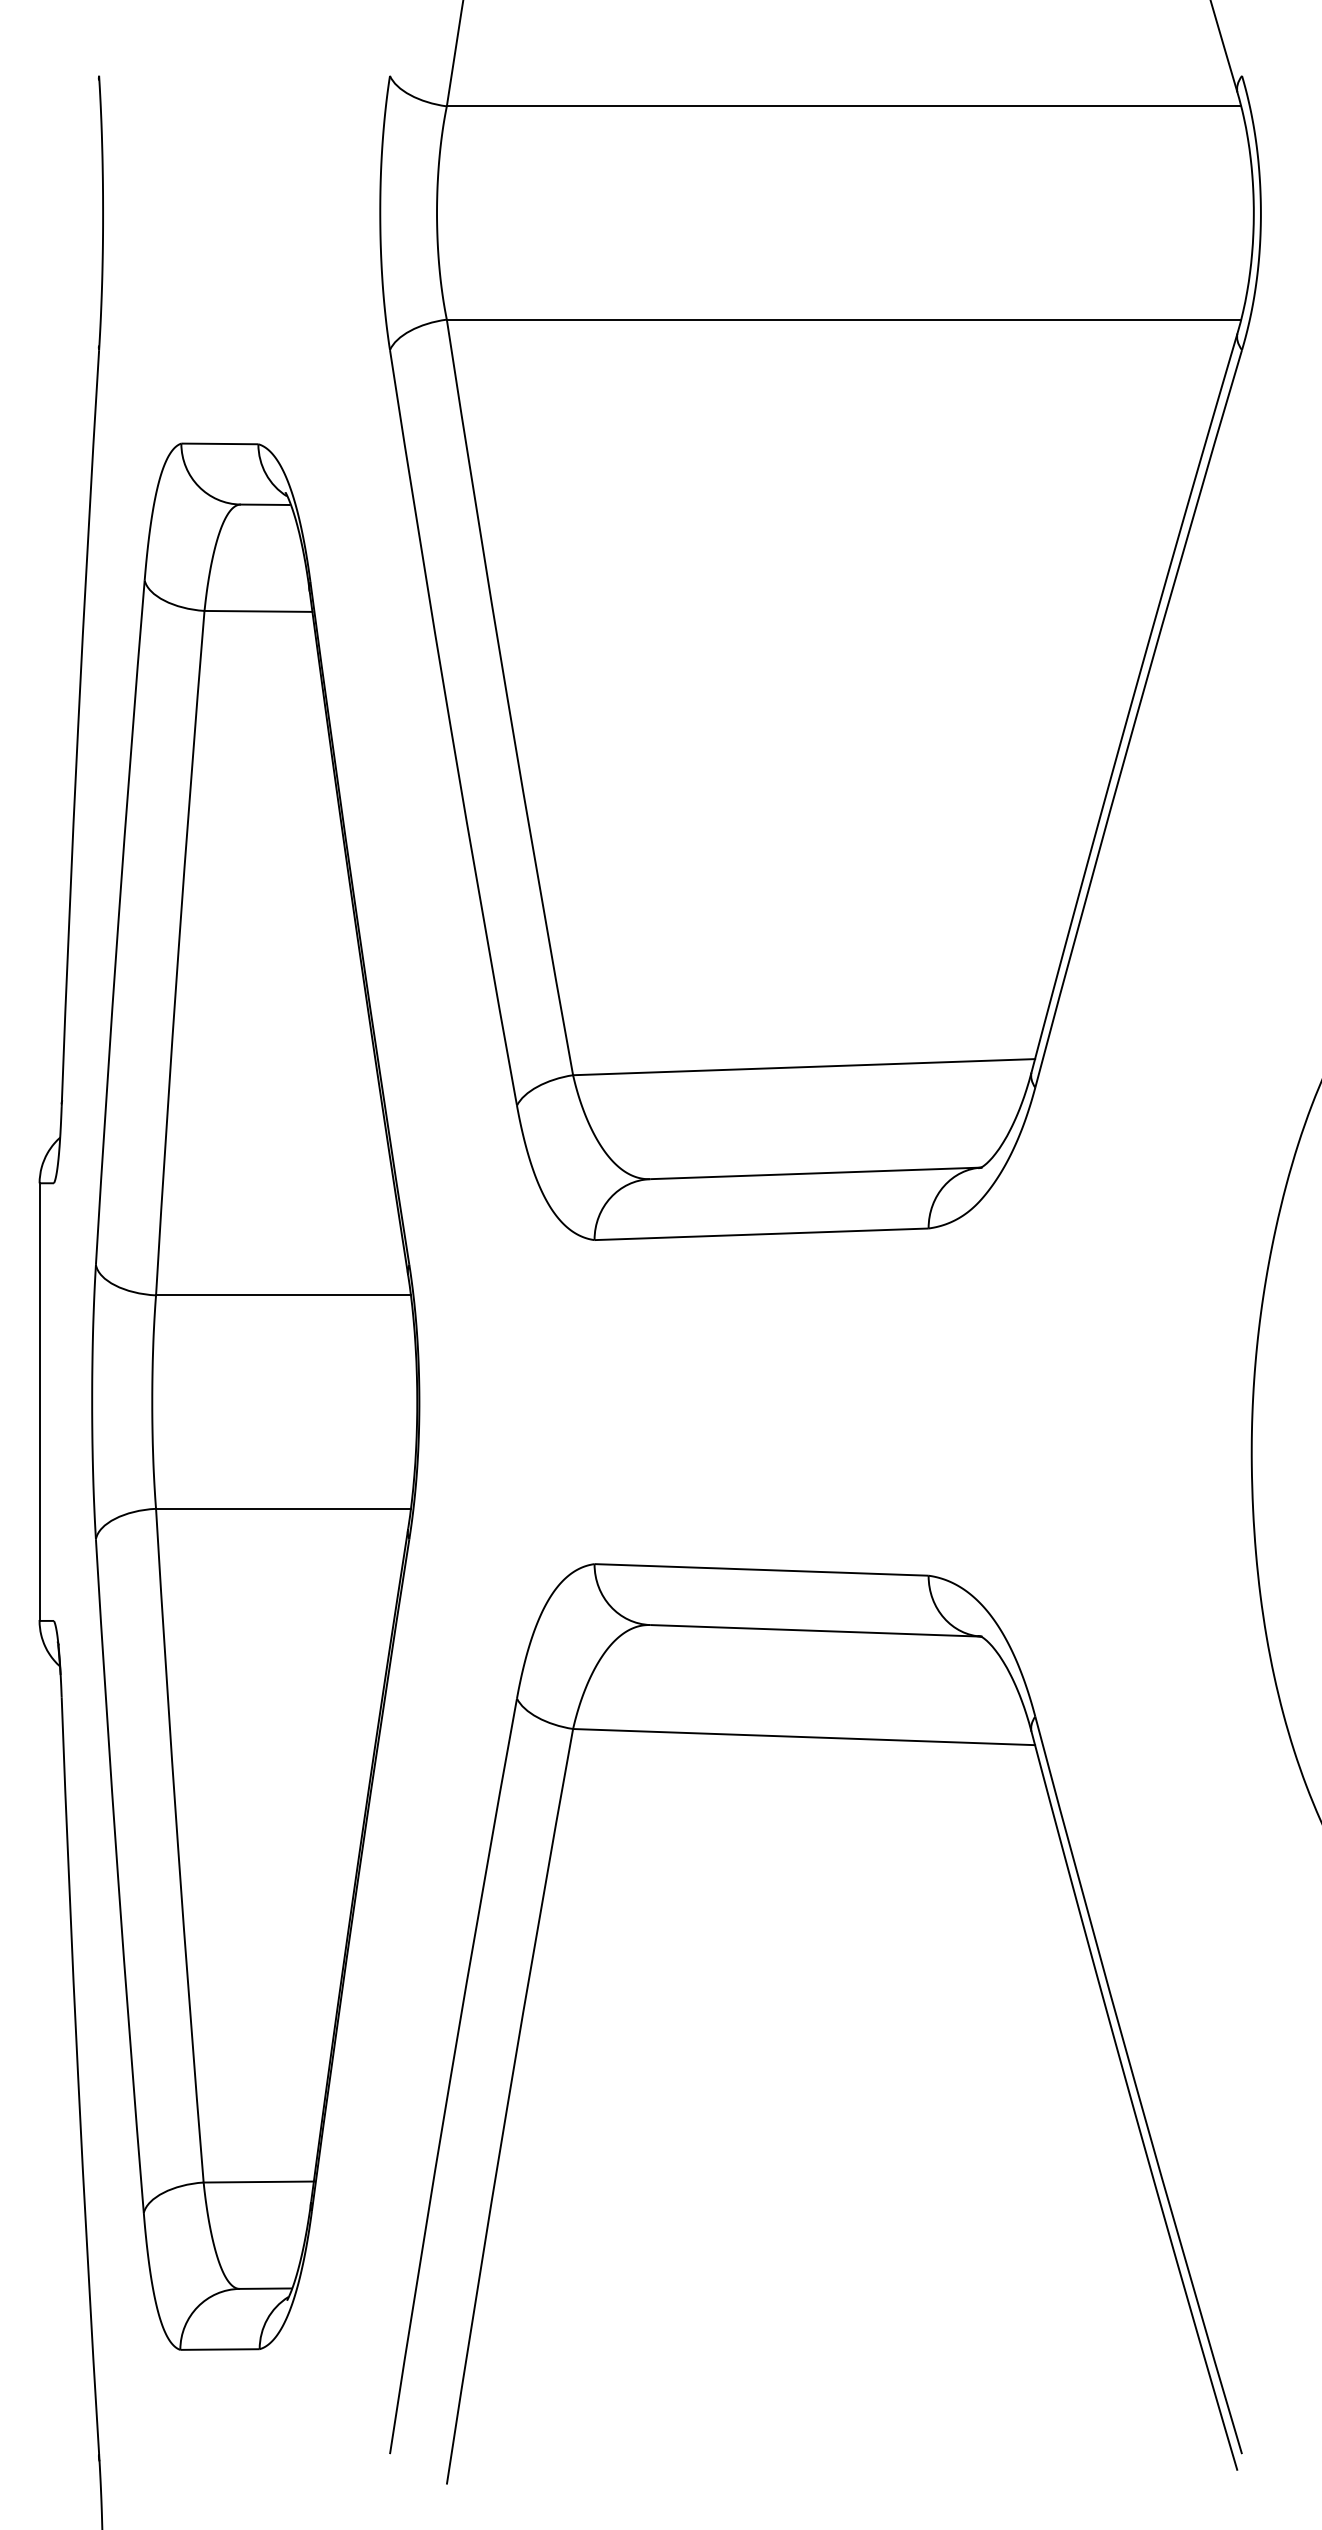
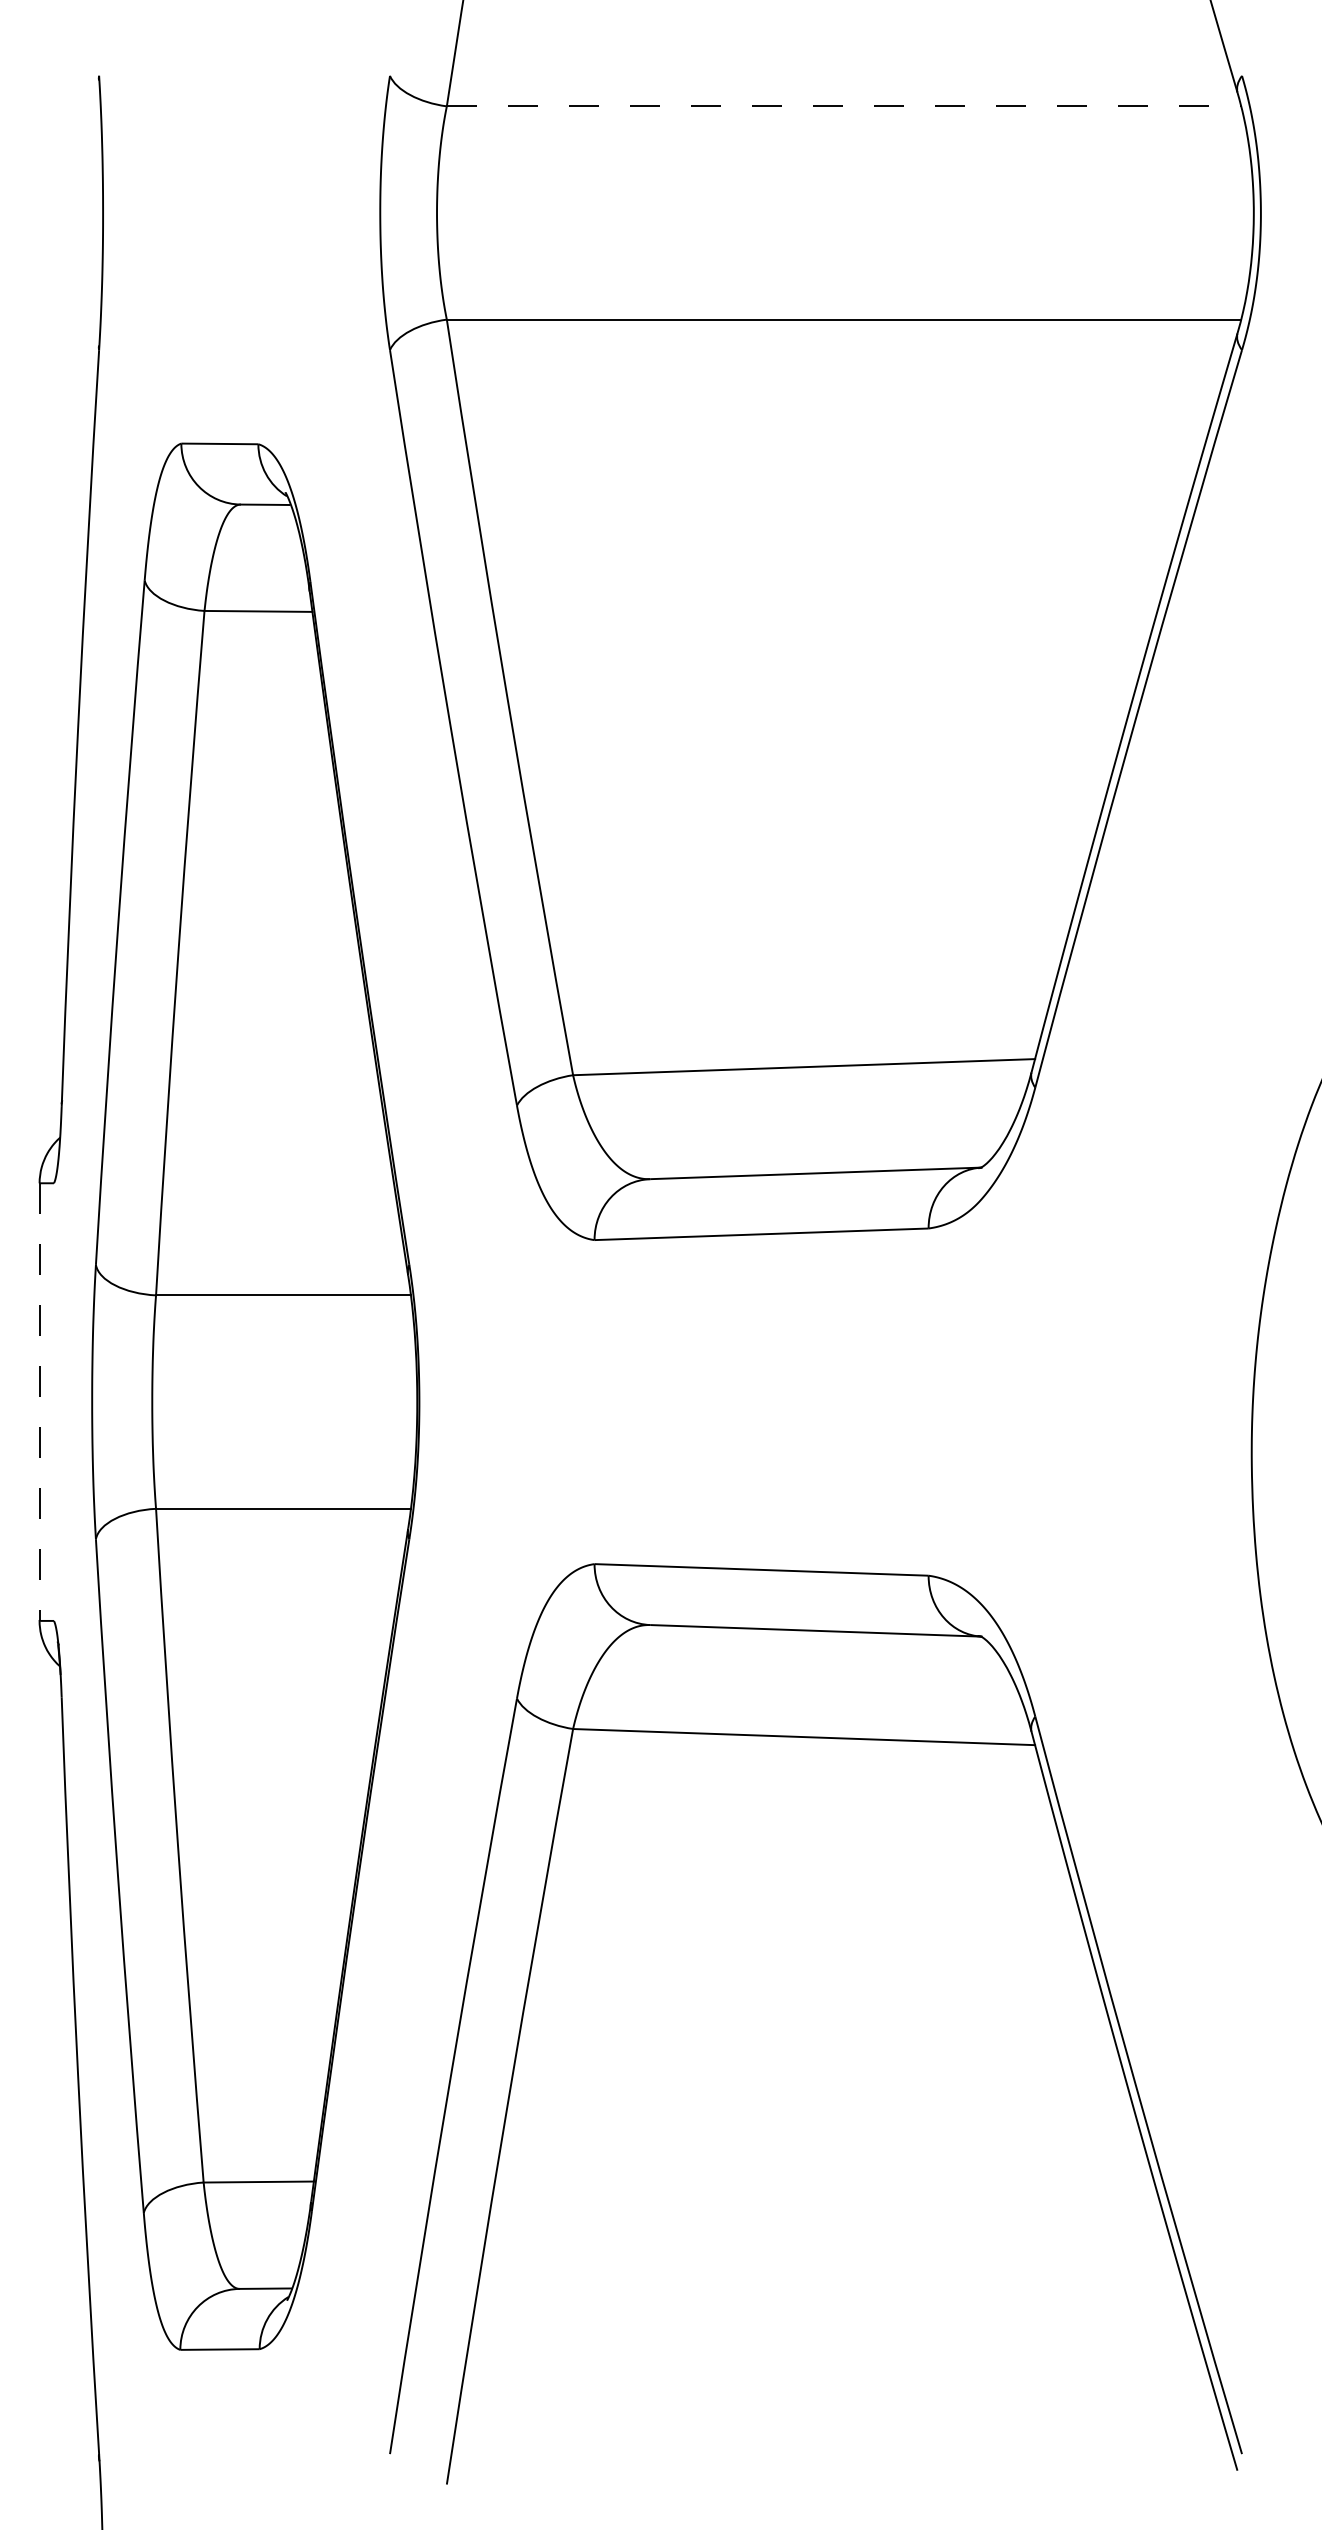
line at (844, 106): solid -> dashed
line at (39, 1402): solid -> dashed
